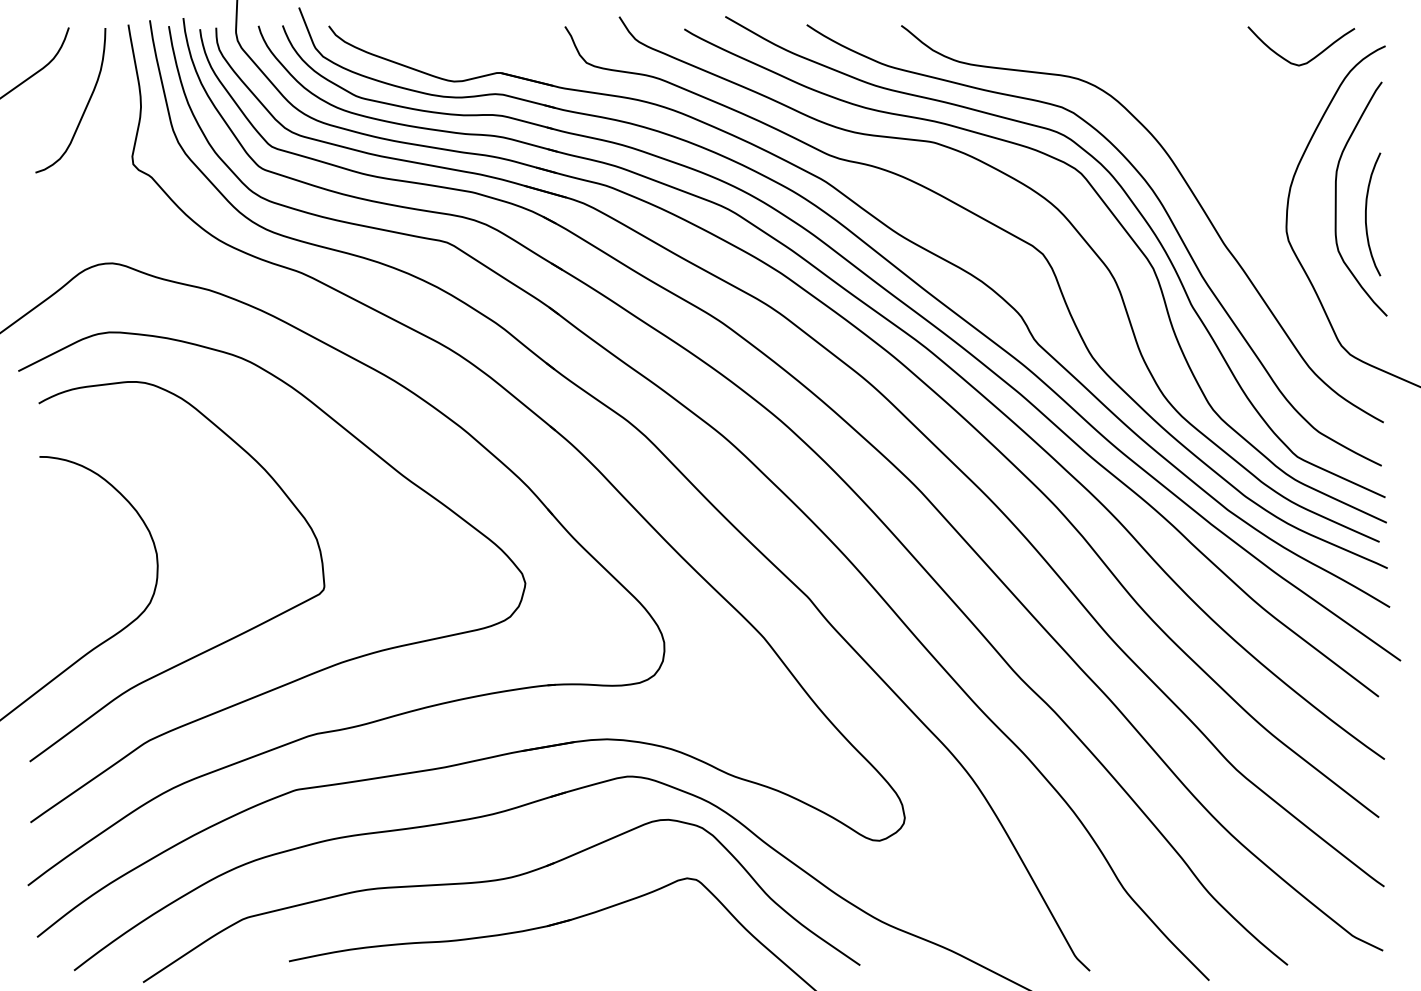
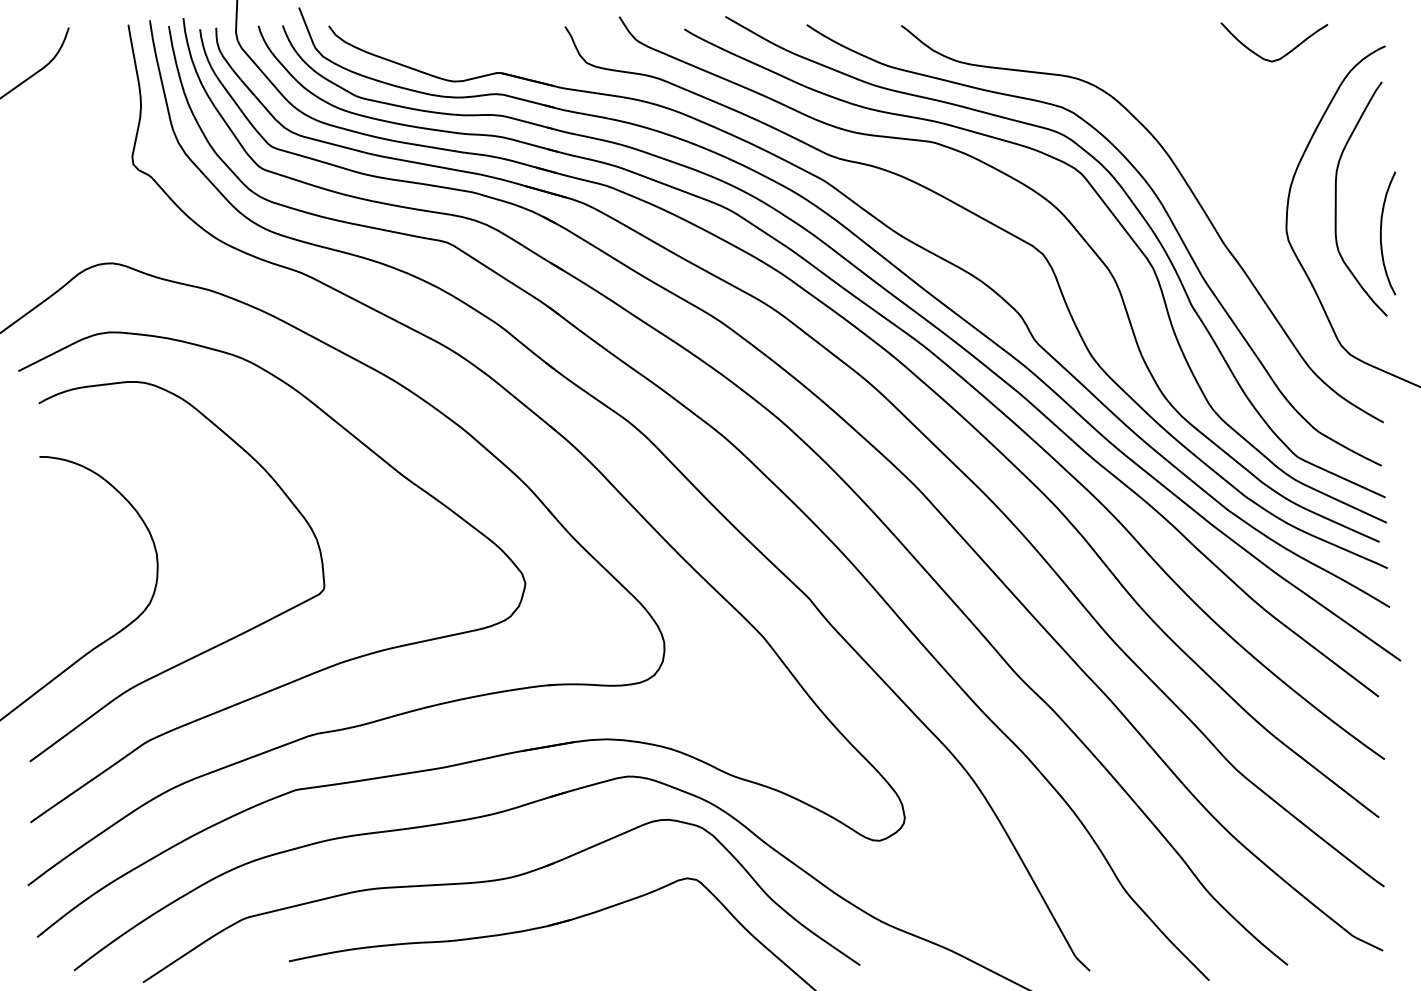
curve at (1311, 58) position: (1311, 58) -> (1284, 54)
curve at (84, 108): present -> none
curve at (1366, 214) position: (1366, 214) -> (1381, 233)
